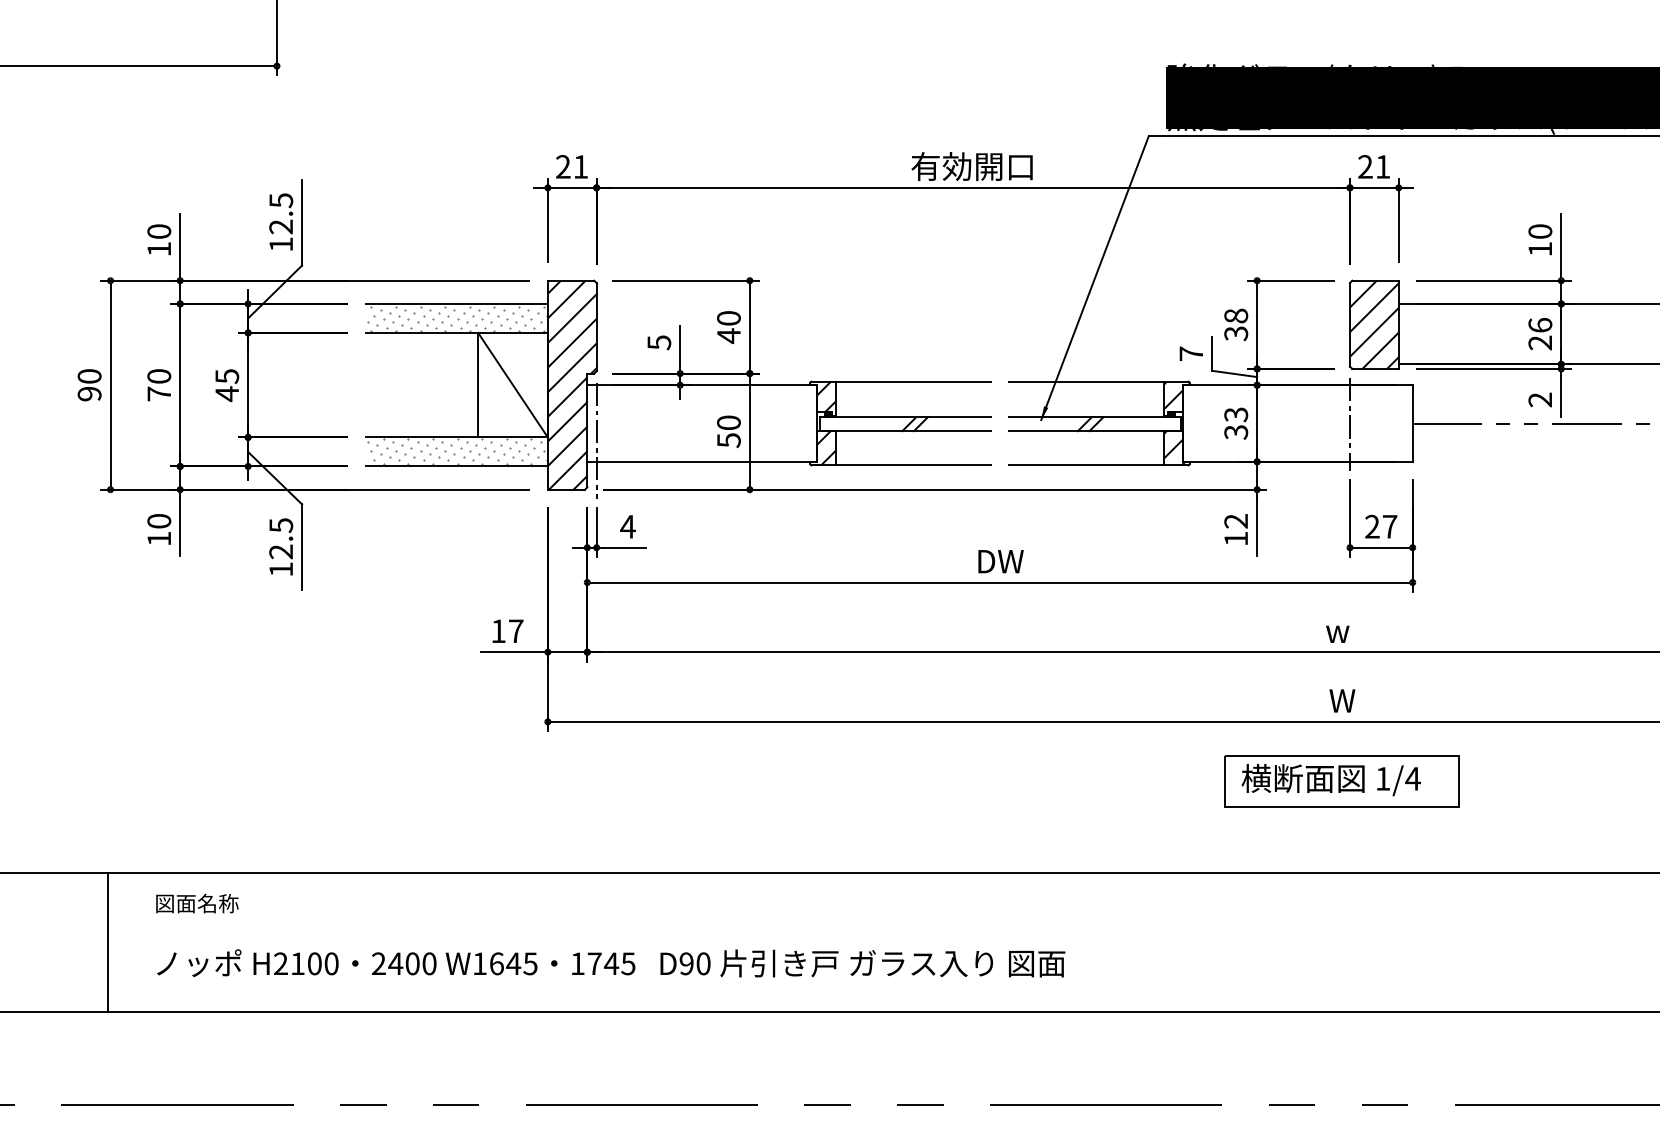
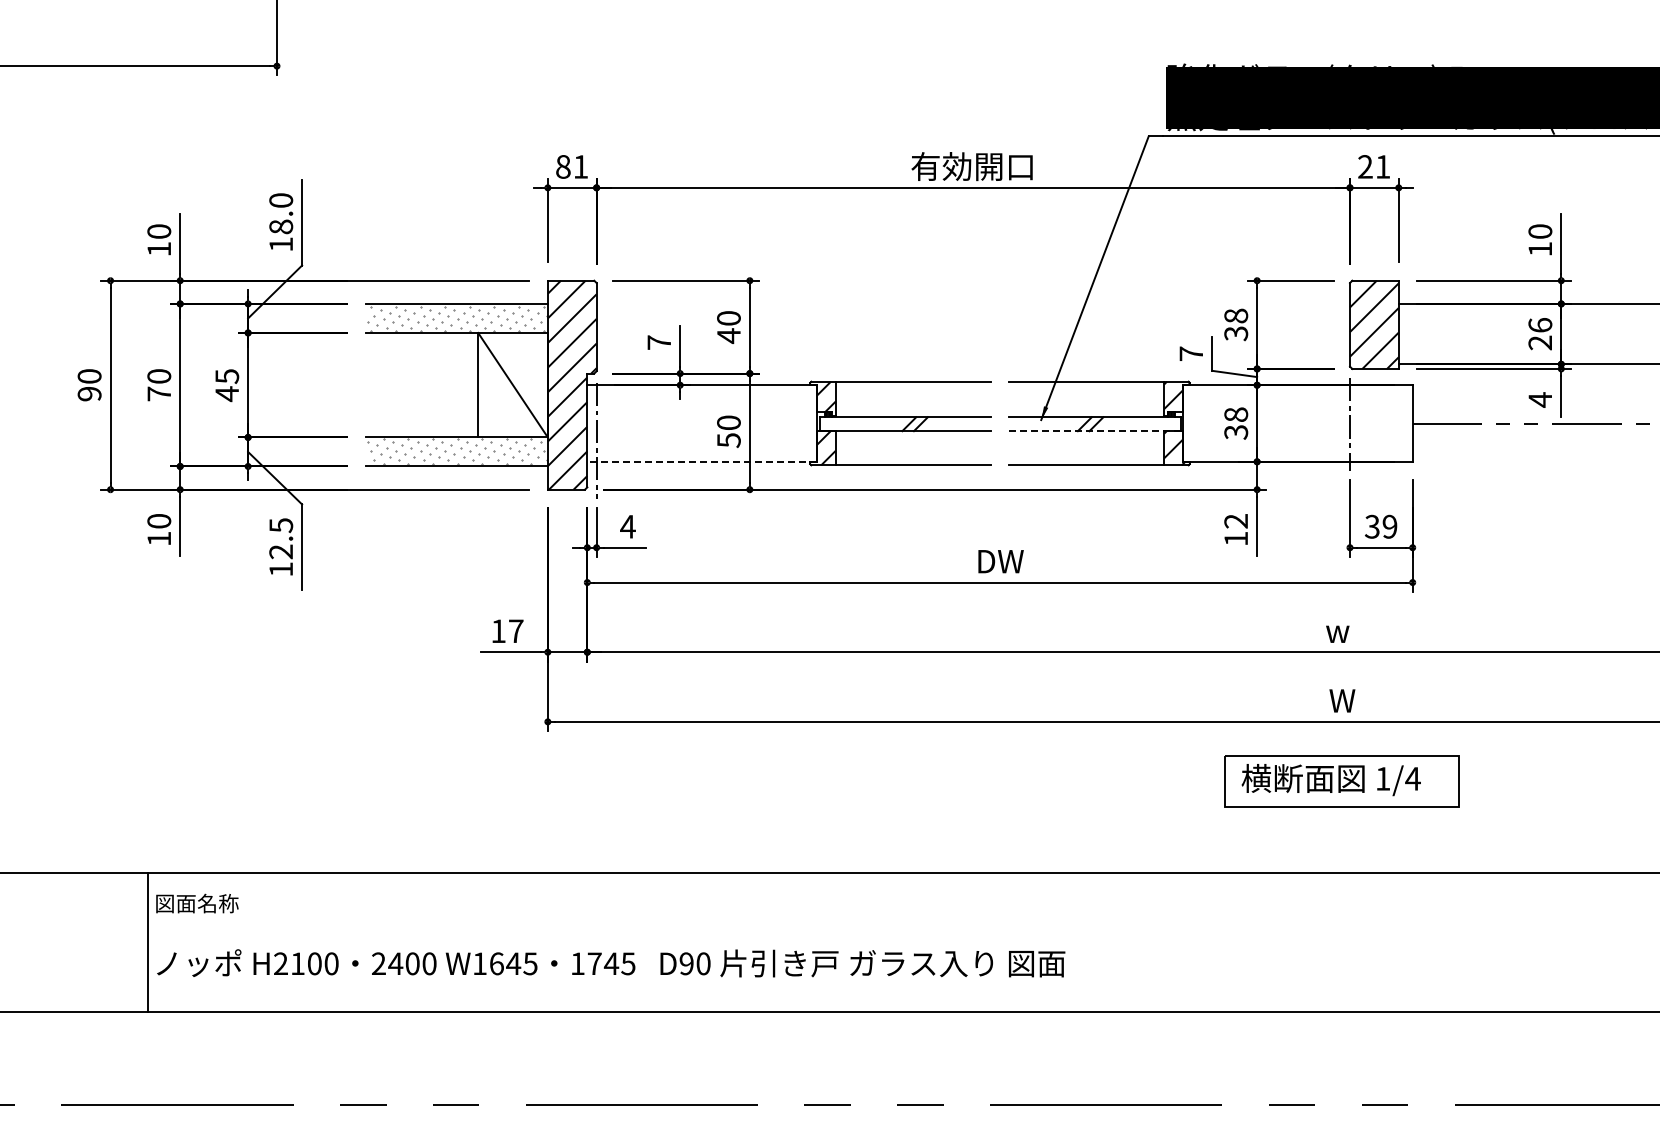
text at (563, 166): 21 -> 81
text at (281, 213): 12.5 -> 18.0
text at (659, 342): 5 -> 7
text at (1539, 399): 2 -> 4
text at (1236, 414): 33 -> 38
line at (1096, 431): solid -> dashed
line at (702, 461): solid -> dashed
text at (1380, 526): 27 -> 39
line at (107, 942) position: (107, 942) -> (147, 942)
